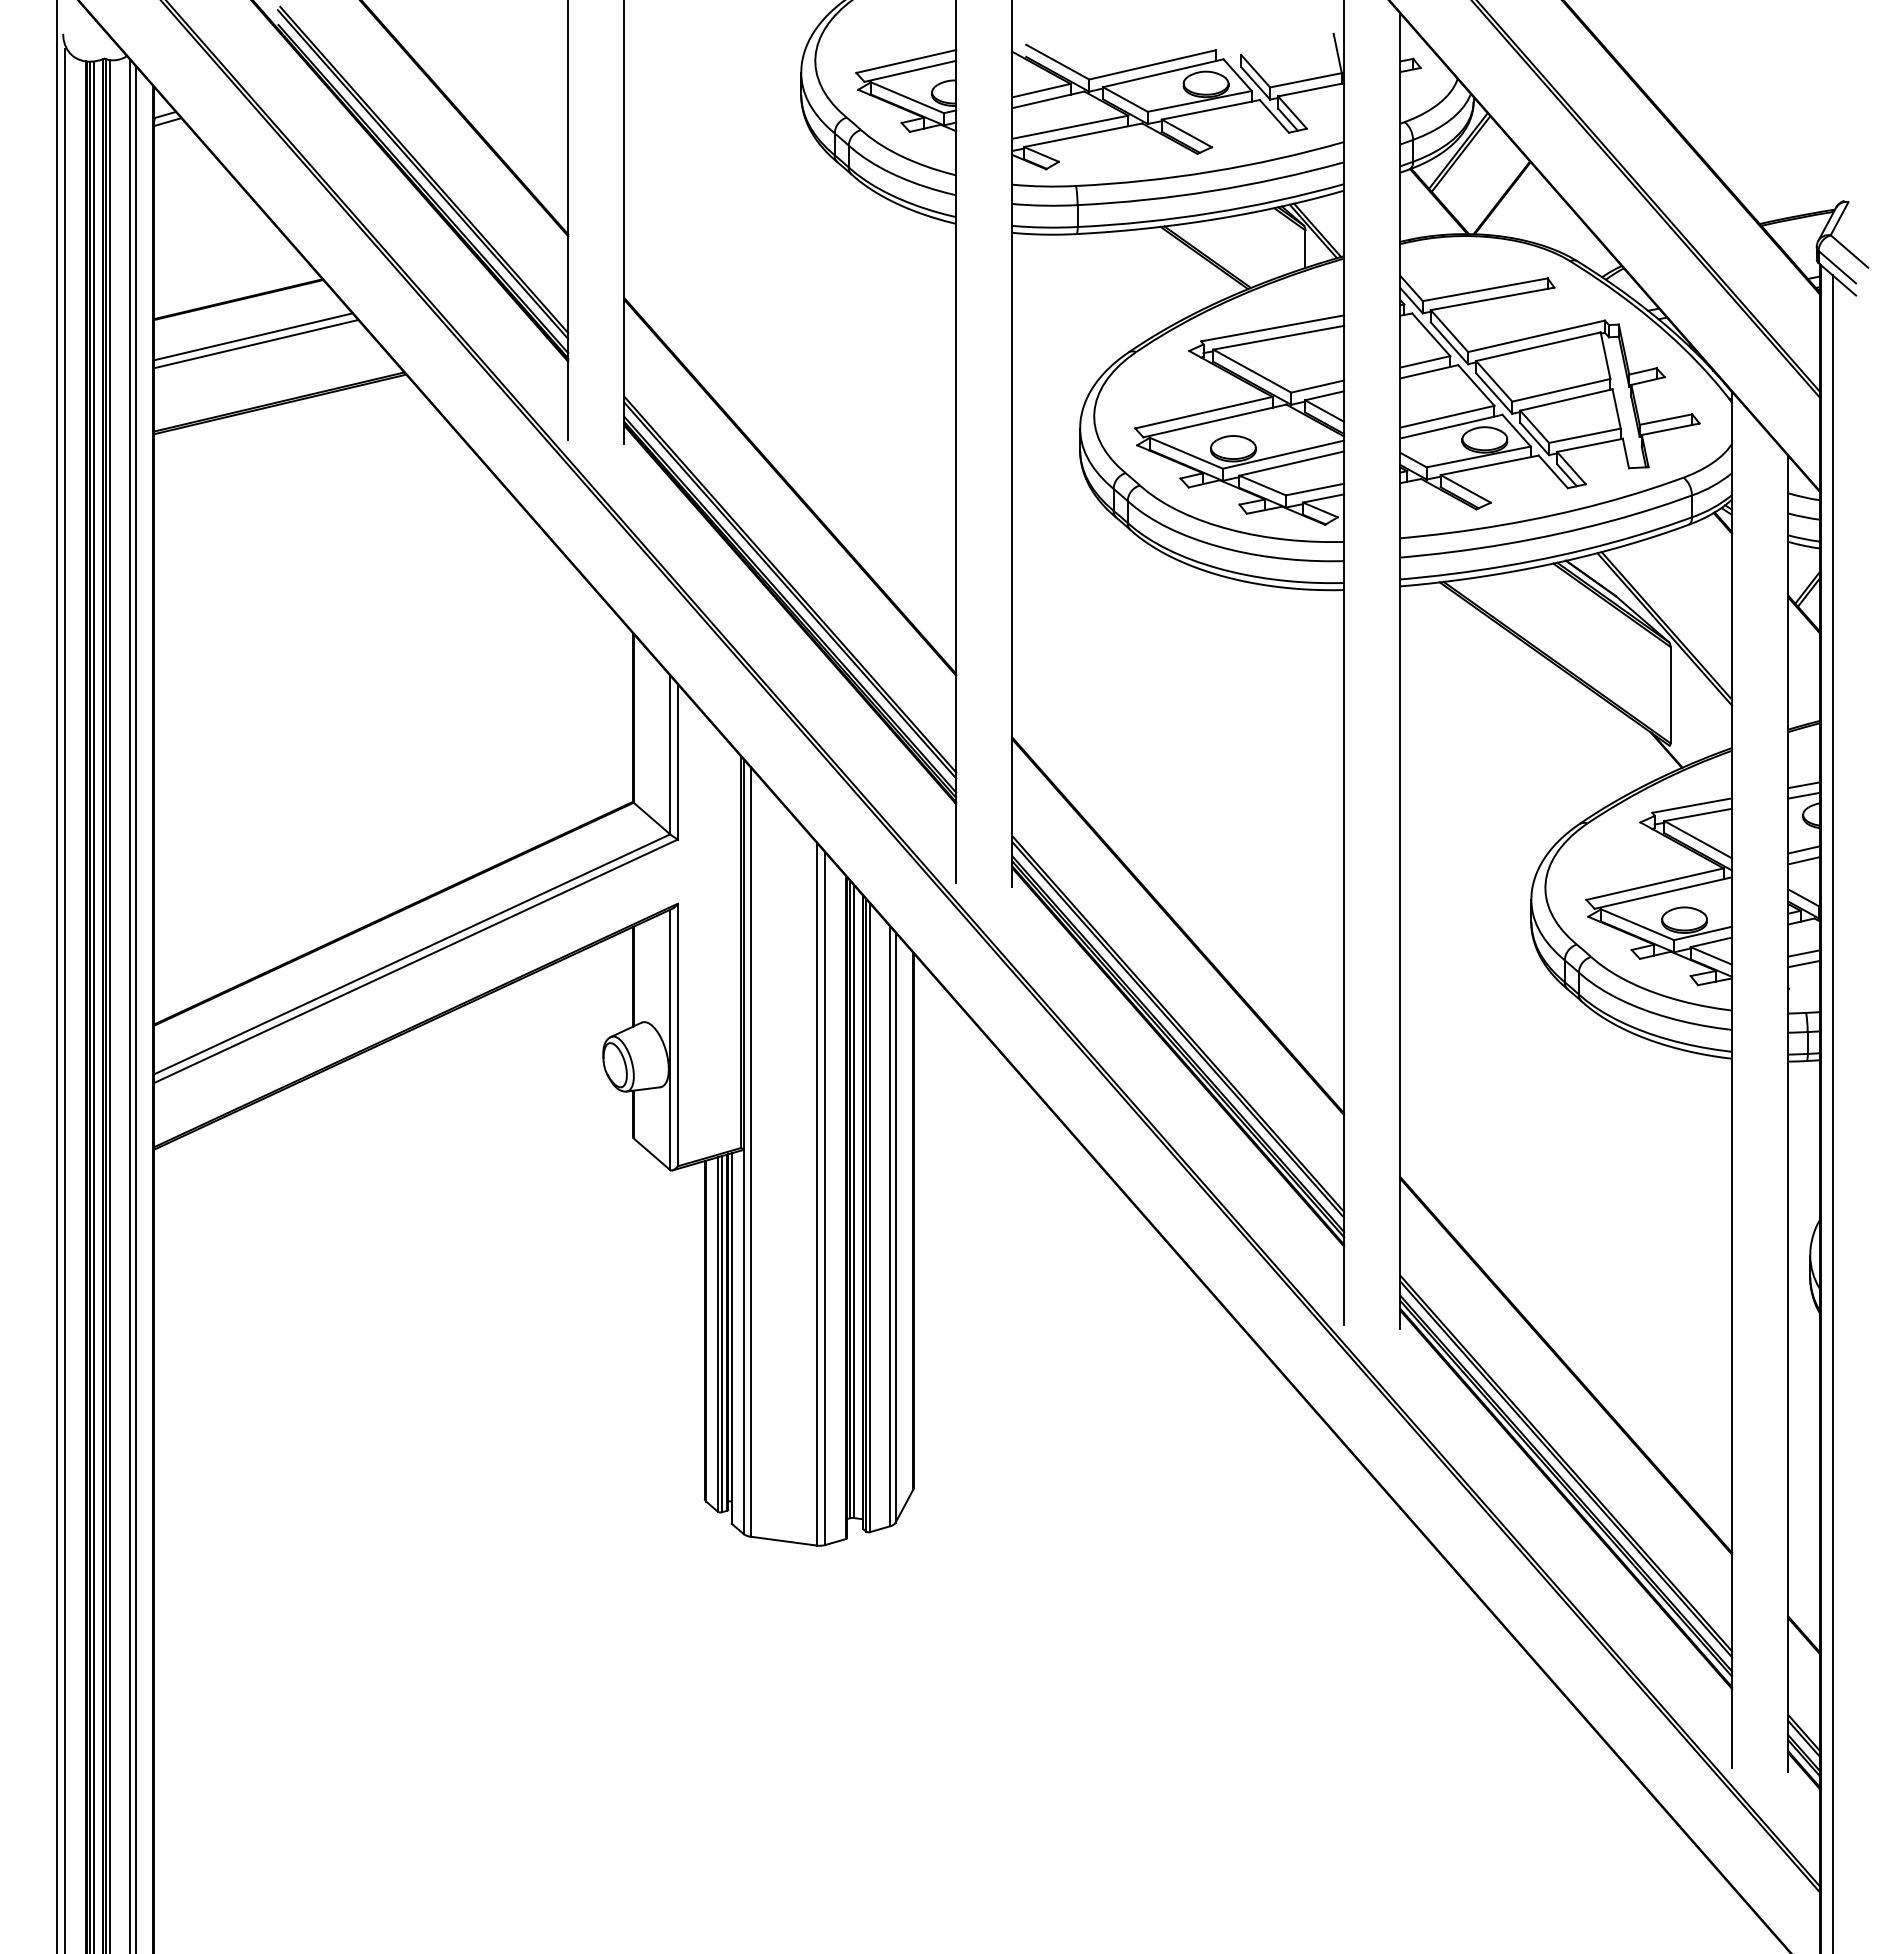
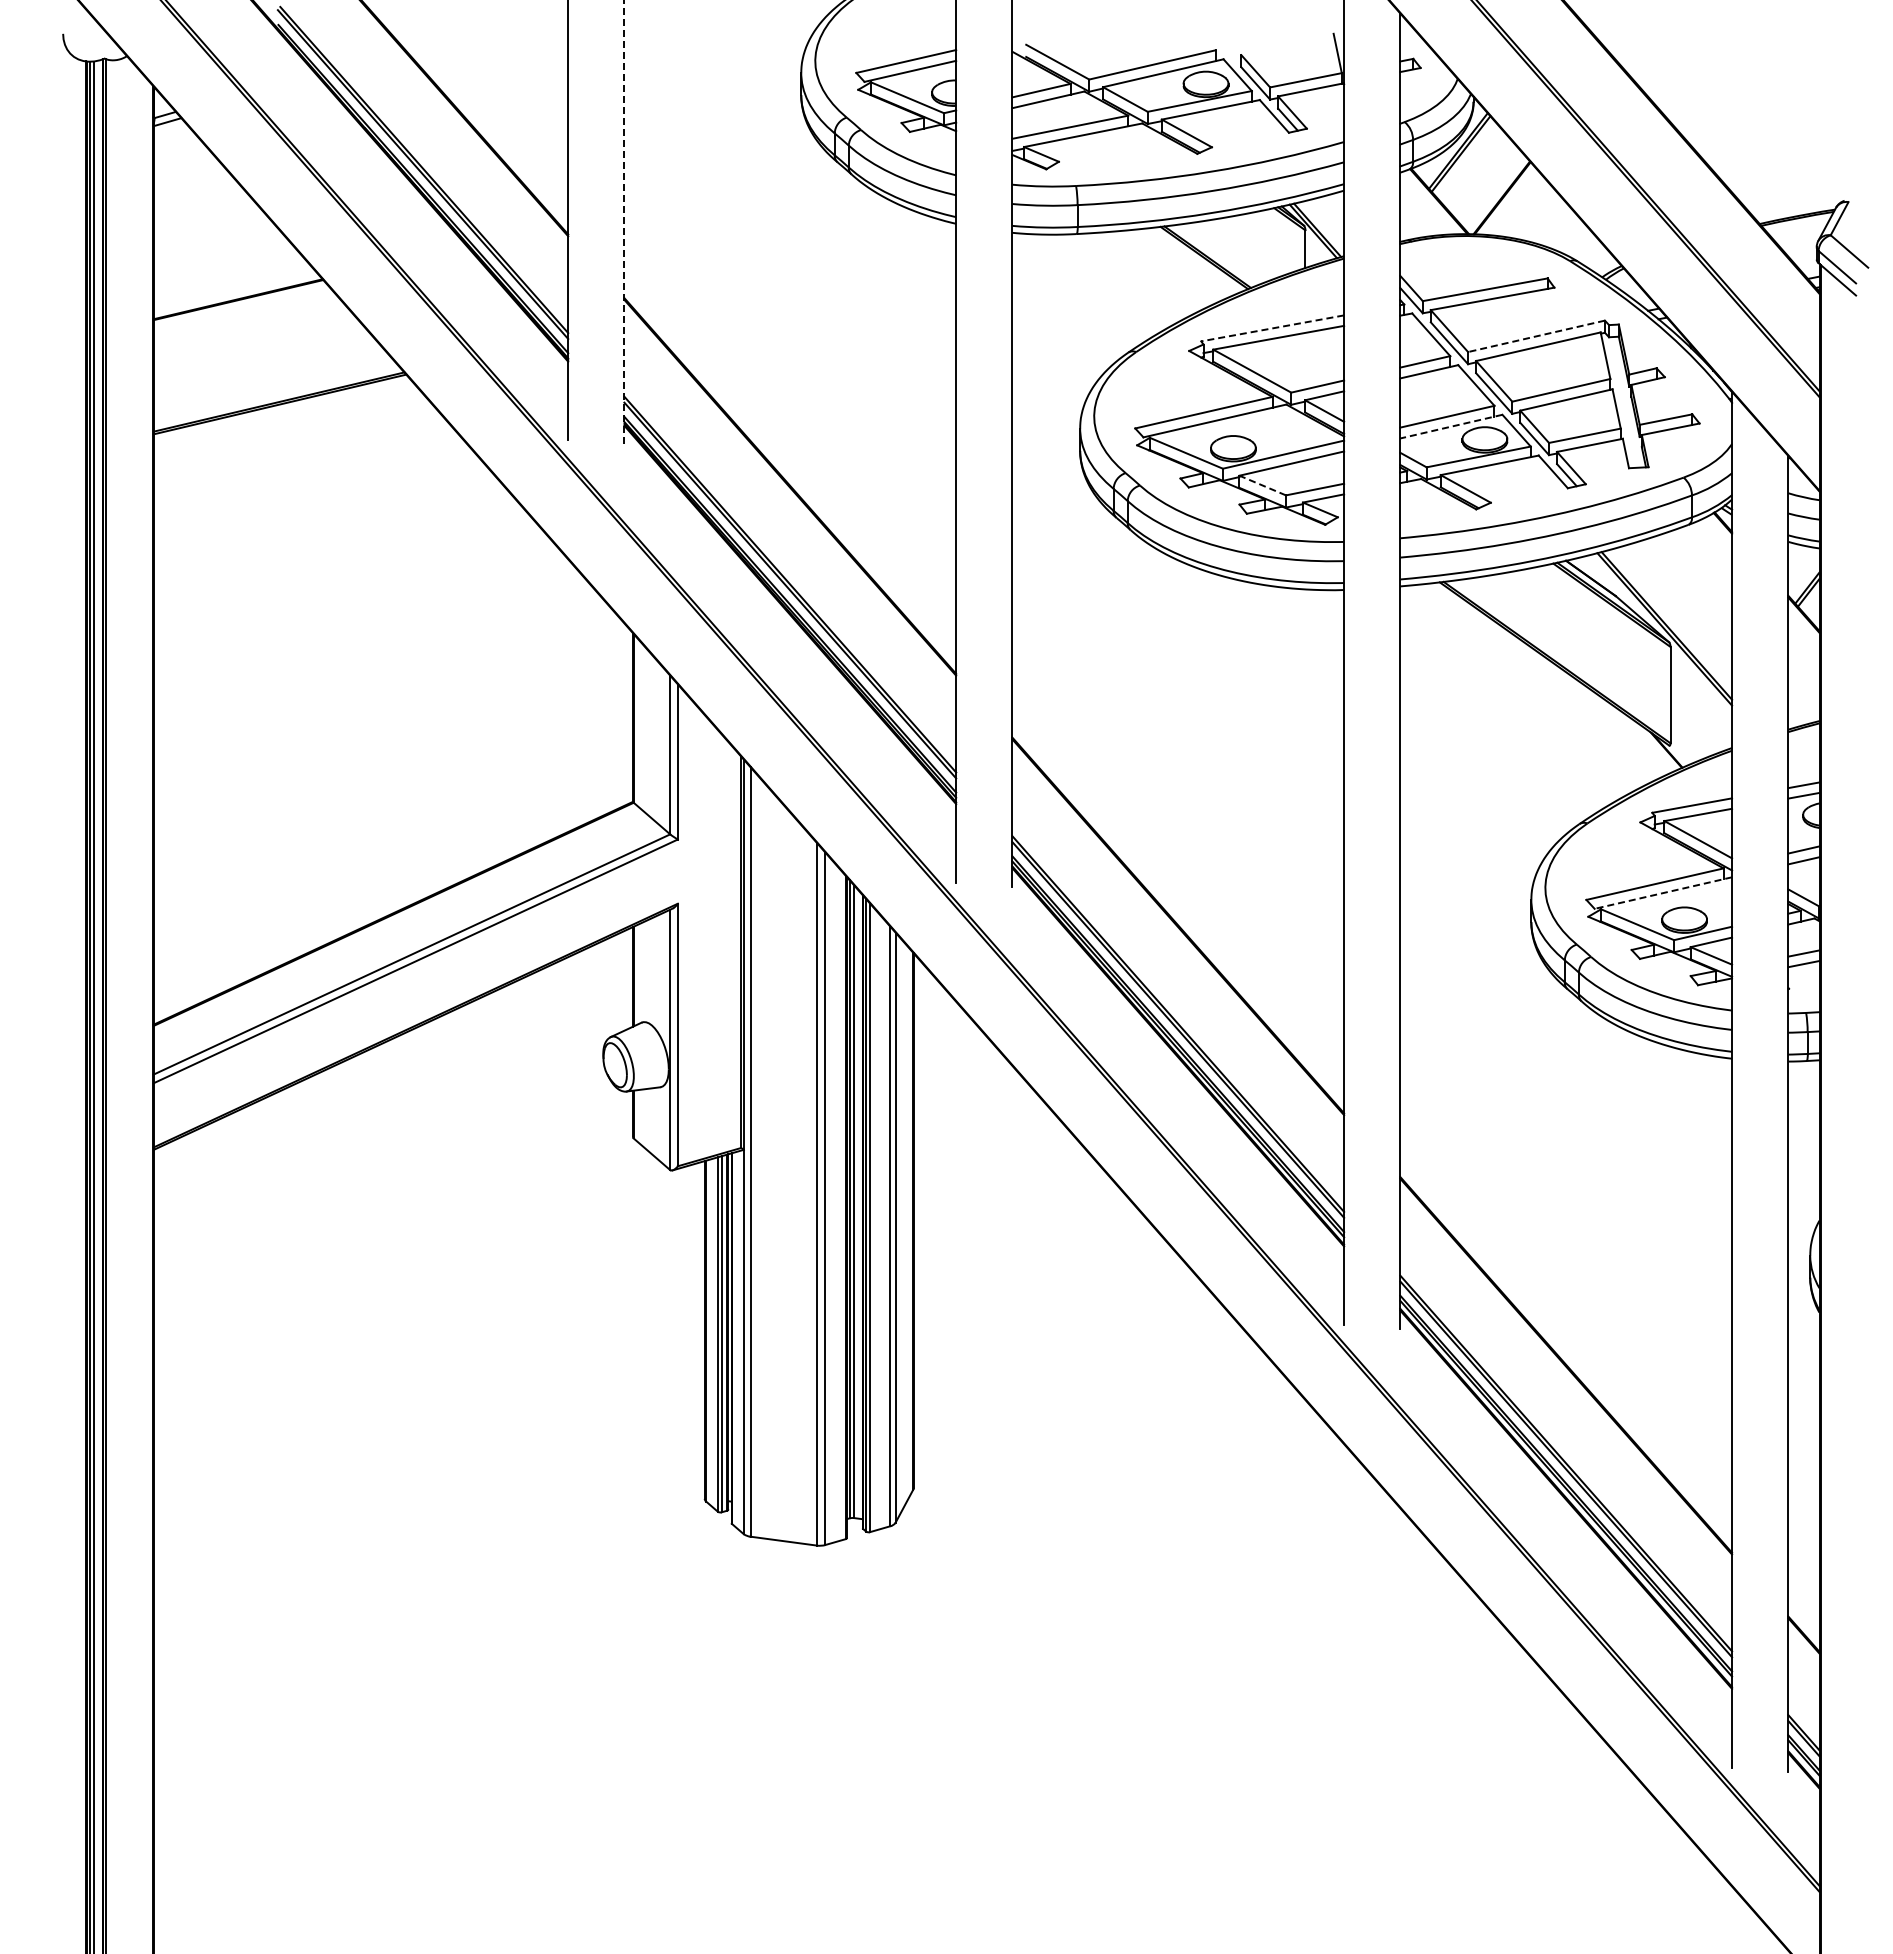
line at (624, 222): solid -> dashed
line at (1272, 328): solid -> dashed
line at (252, 336): present -> none
line at (1536, 336): solid -> dashed
line at (255, 344): present -> none
line at (1450, 426): solid -> dashed
line at (1262, 485): solid -> dashed
line at (1663, 893): solid -> dashed
line at (56, 976): present -> none
line at (65, 999): present -> none
line at (130, 1004): present -> none
line at (109, 1005): present -> none
line at (135, 1007): present -> none
line at (1832, 1112): present -> none
